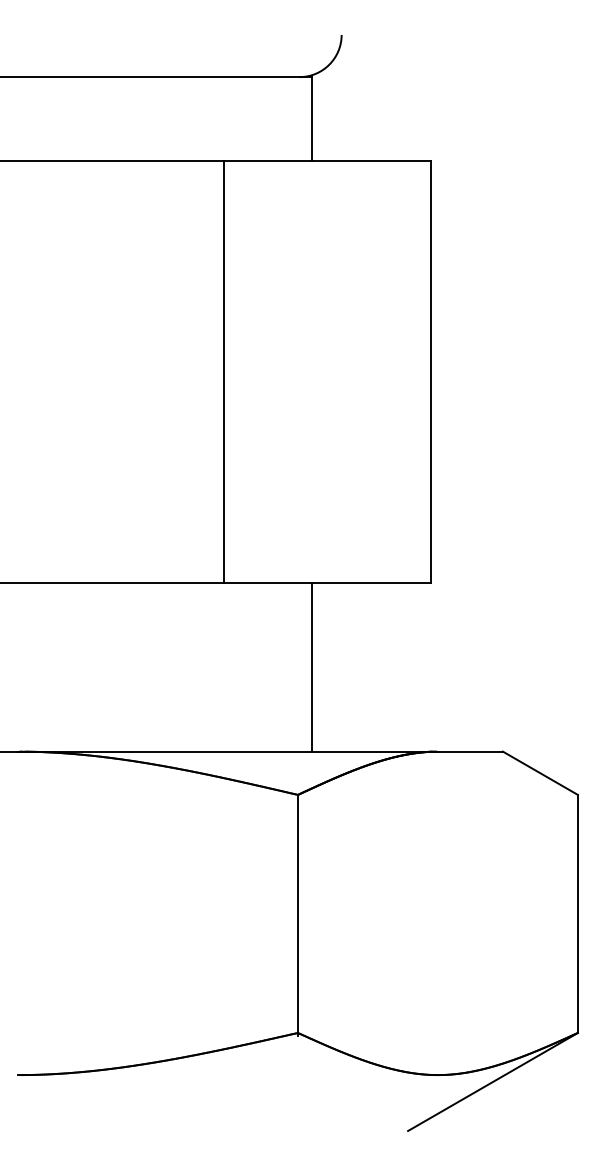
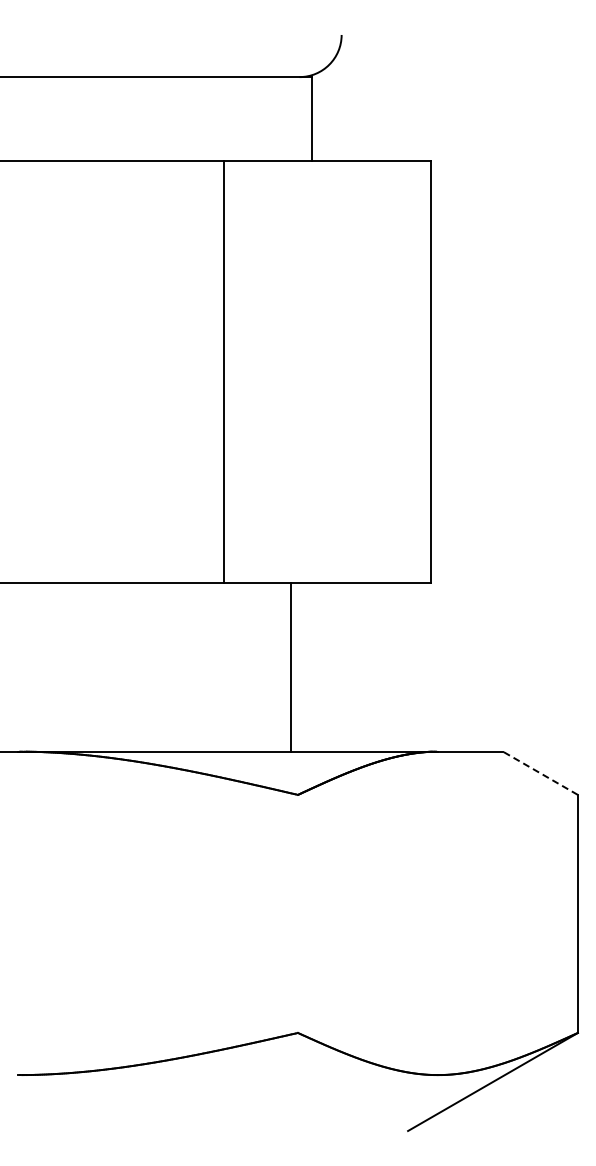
line at (312, 666) position: (312, 666) -> (291, 666)
line at (539, 773): solid -> dashed
line at (297, 914): present -> none
